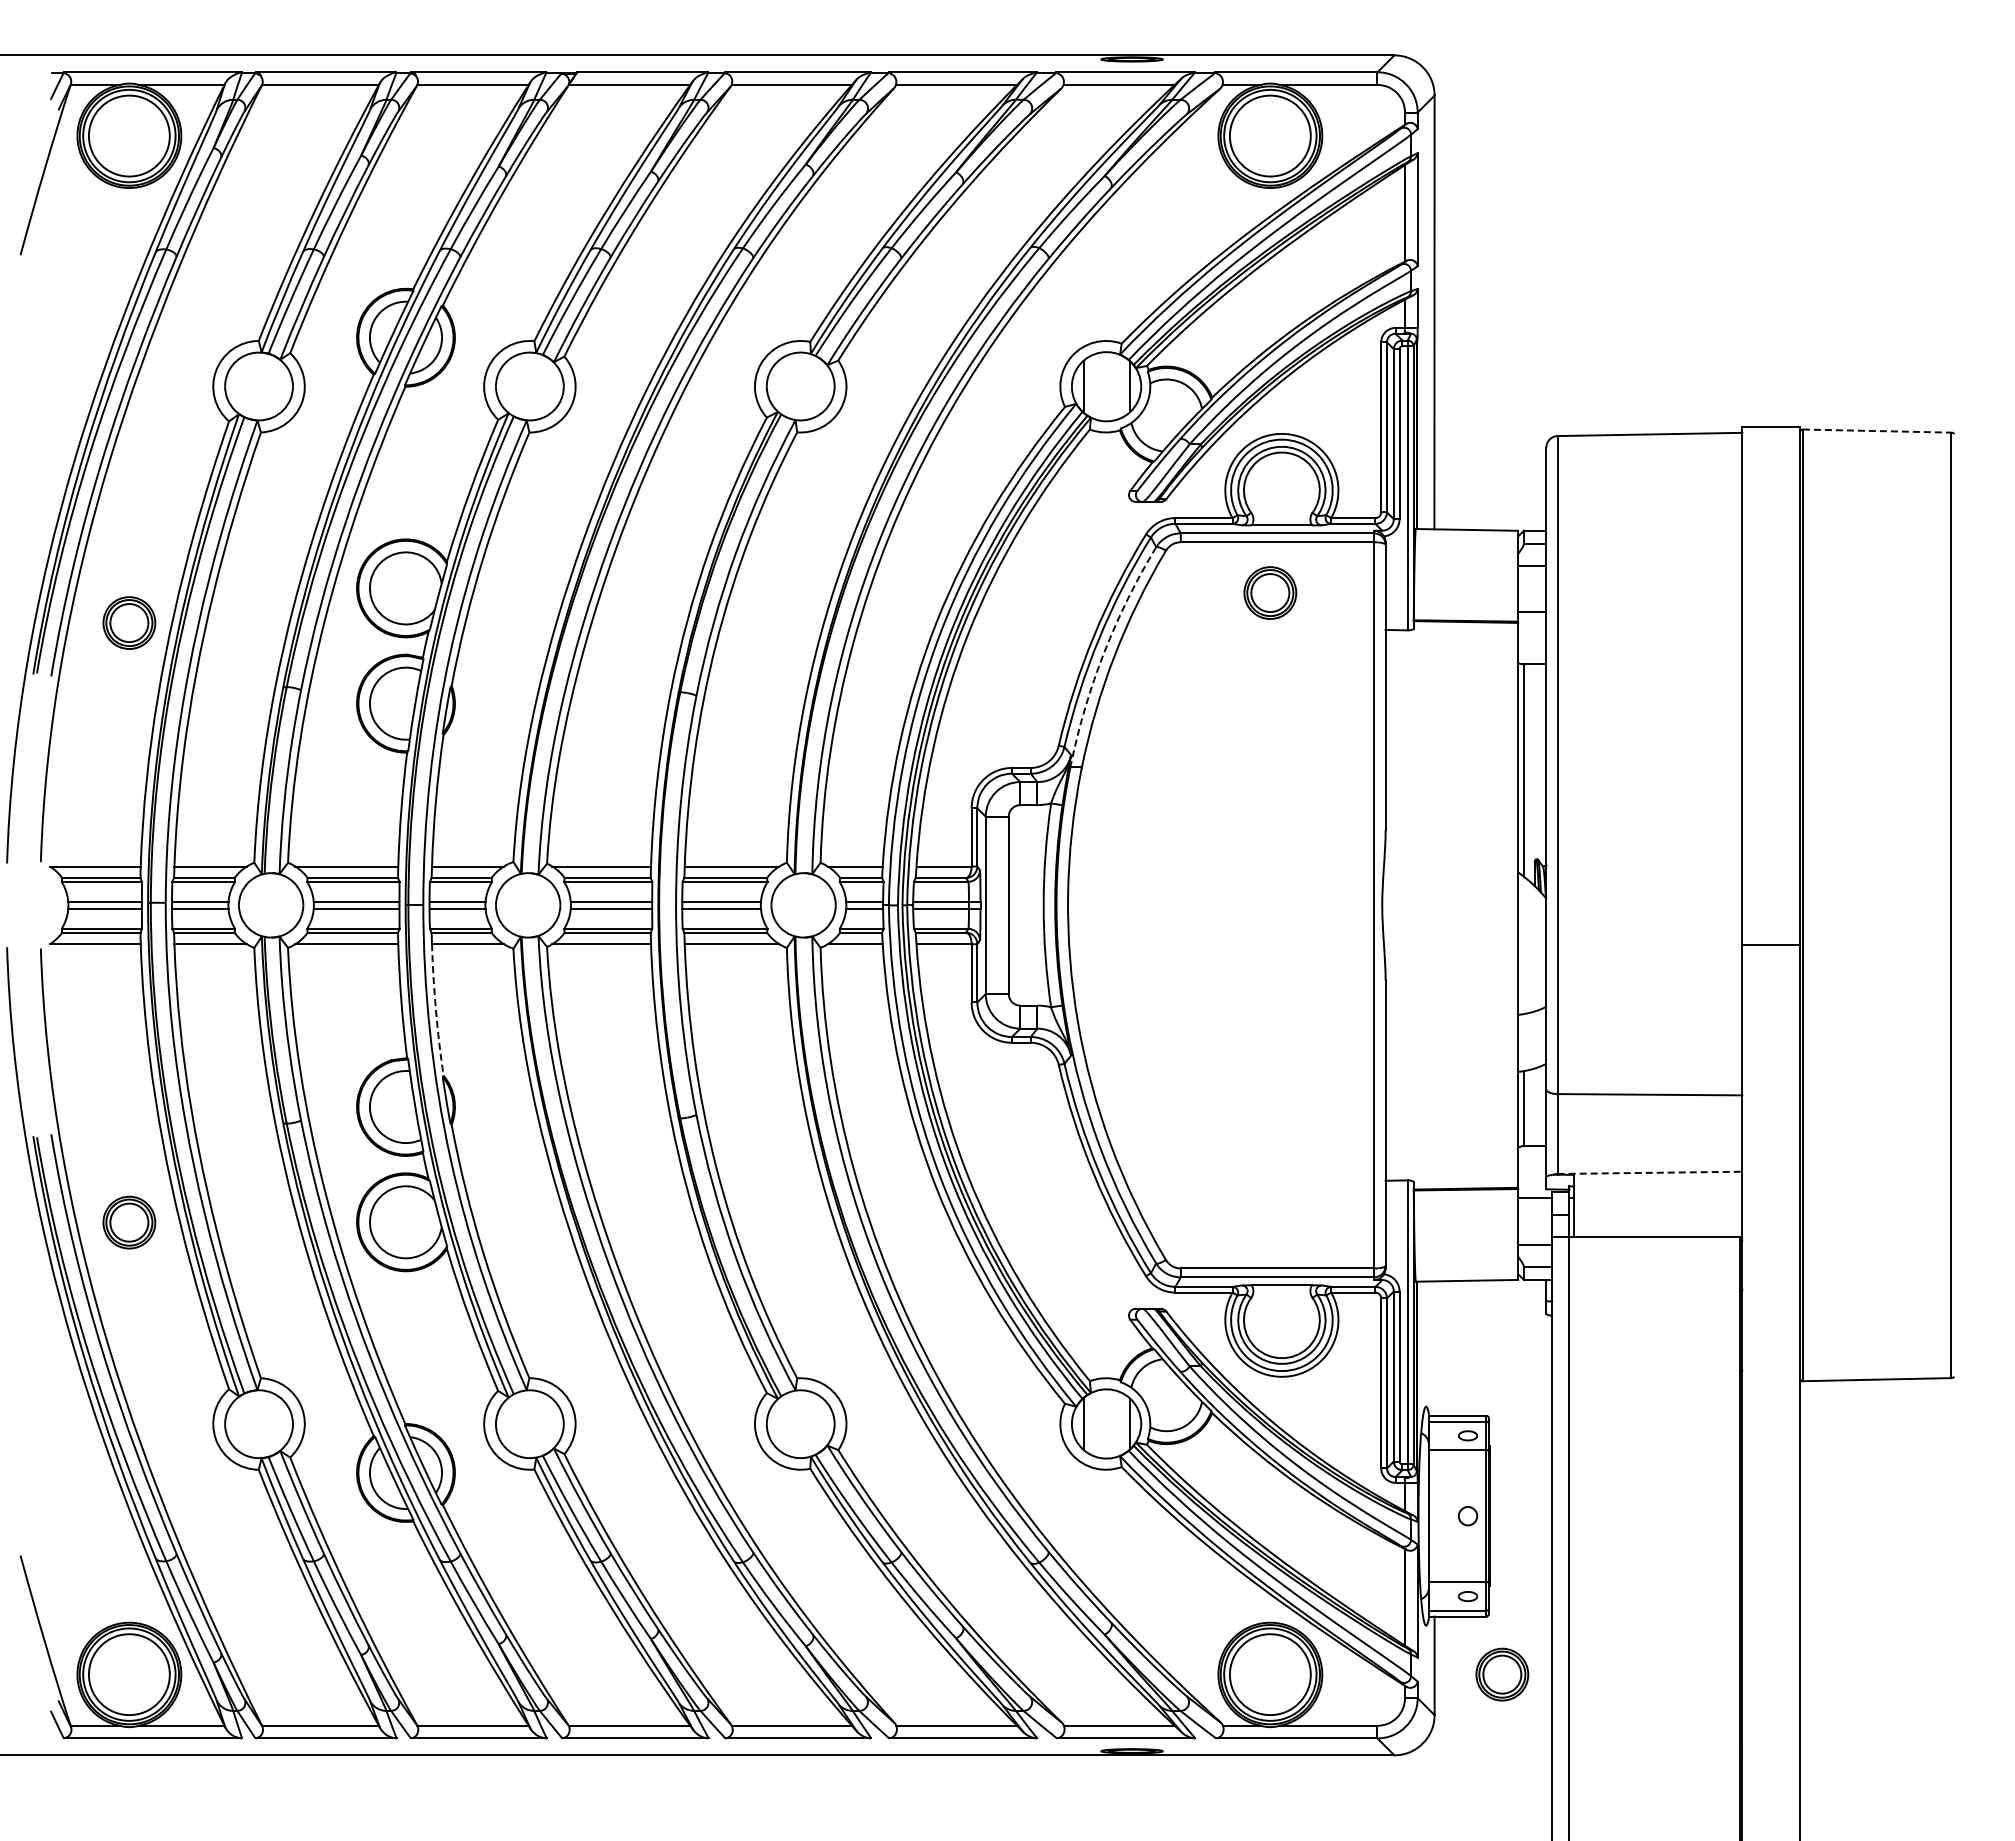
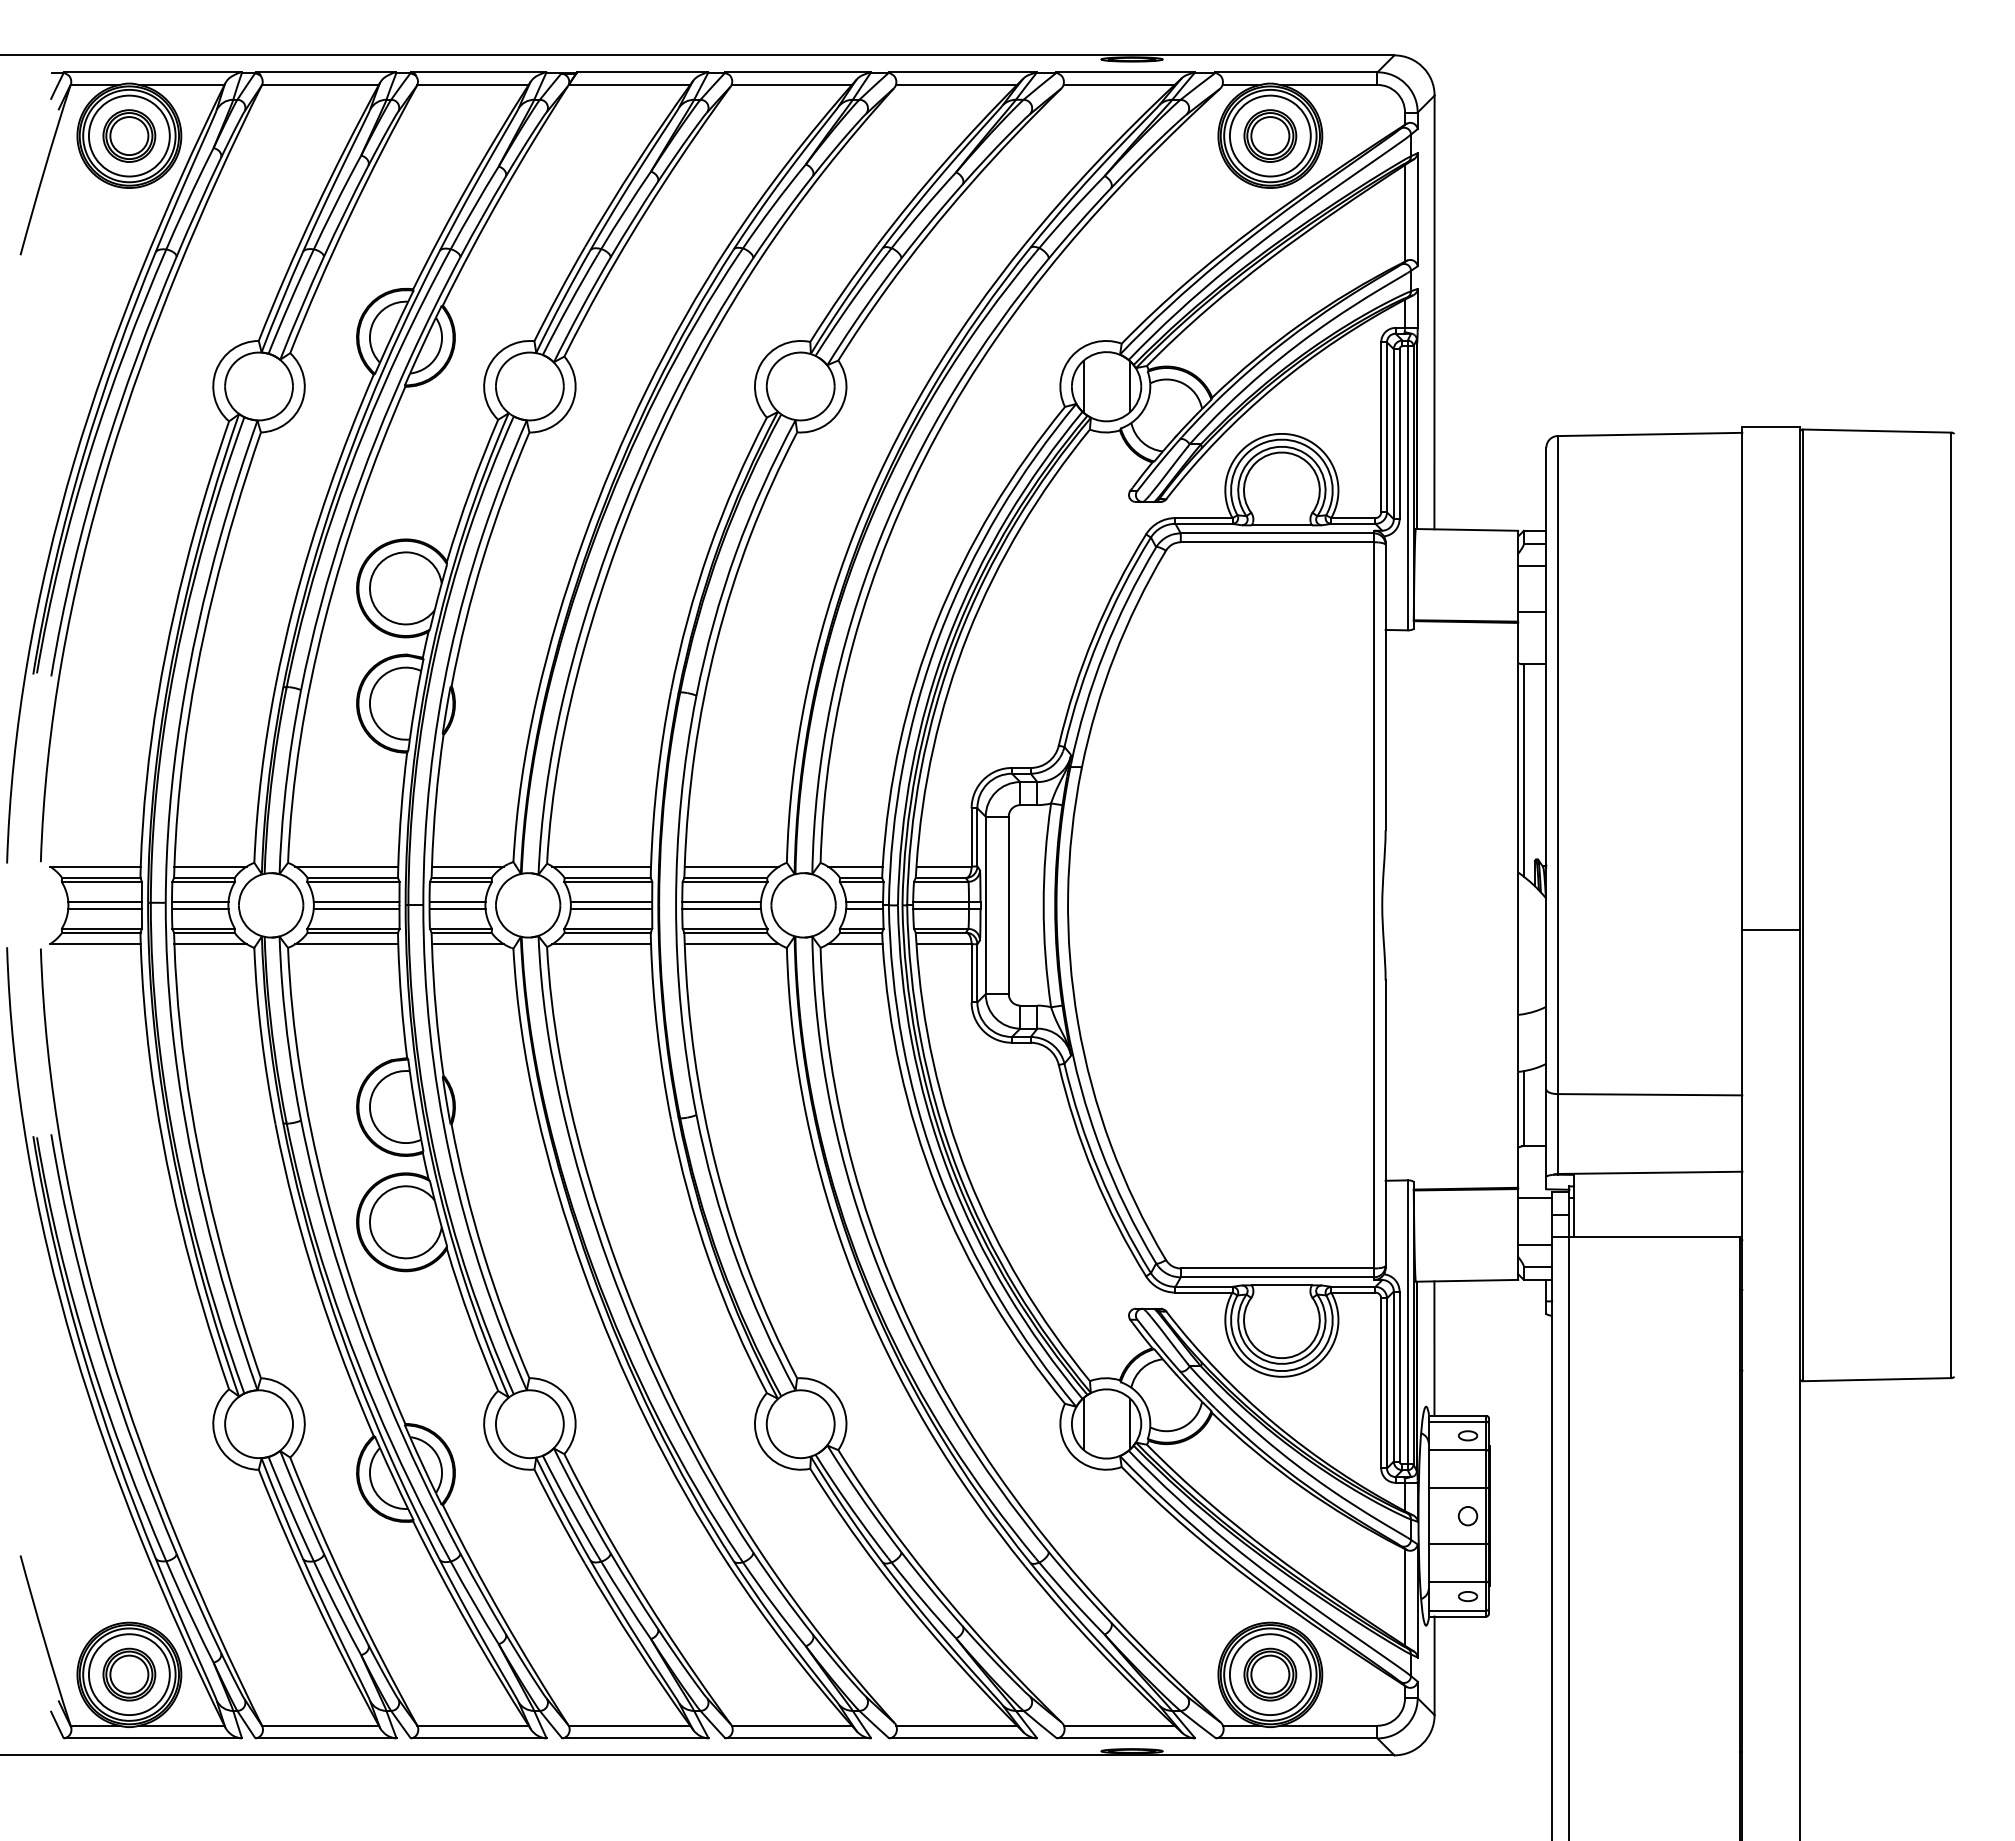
line at (1877, 431): dashed -> solid
part at (1270, 592) position: (1270, 592) -> (1270, 135)
part at (129, 622) position: (129, 622) -> (129, 135)
arc at (1104, 652): dashed -> solid
line at (1770, 945) position: (1770, 945) -> (1770, 930)
arc at (435, 1010): dashed -> solid
line at (1650, 1172): dashed -> solid
part at (129, 1222) position: (129, 1222) -> (129, 1674)
line at (1434, 1348): none -> present
line at (1458, 1487): none -> present
line at (1458, 1544): none -> present
part at (1502, 1674) position: (1502, 1674) -> (1270, 1674)
